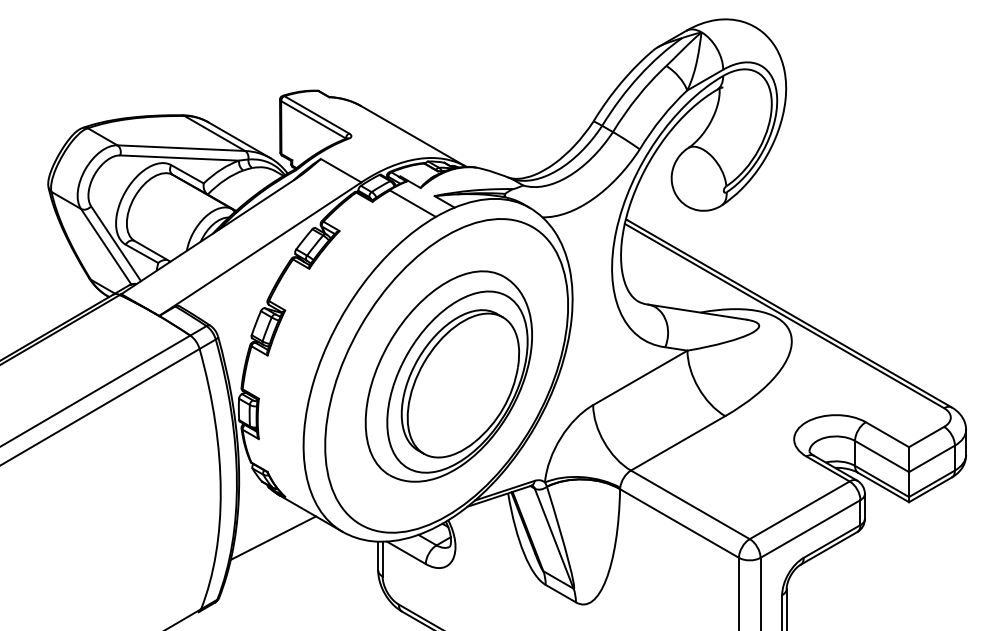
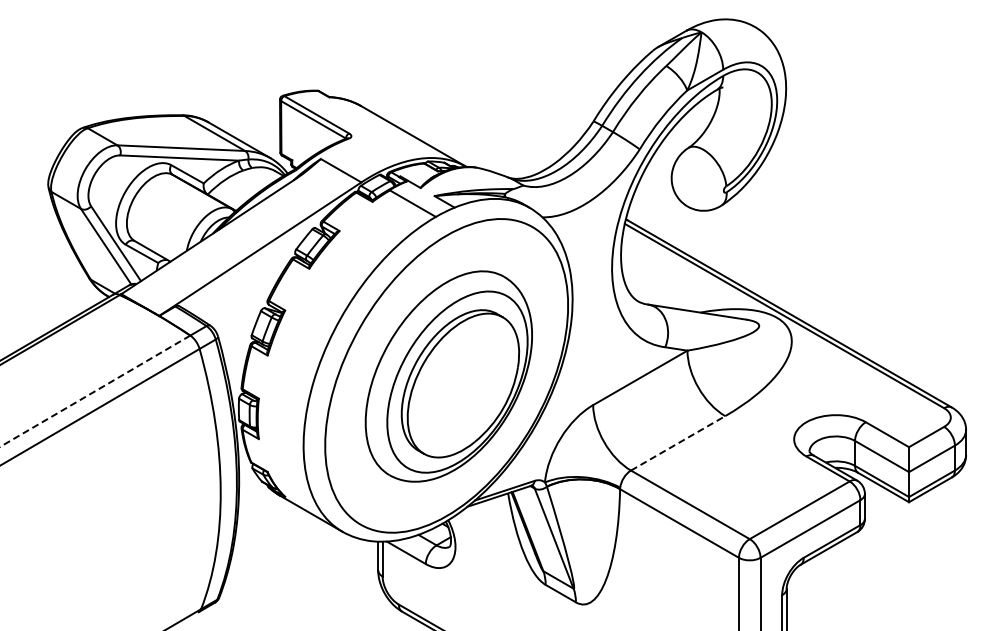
line at (95, 391): solid -> dashed
line at (678, 443): solid -> dashed
line at (273, 537): present -> none
